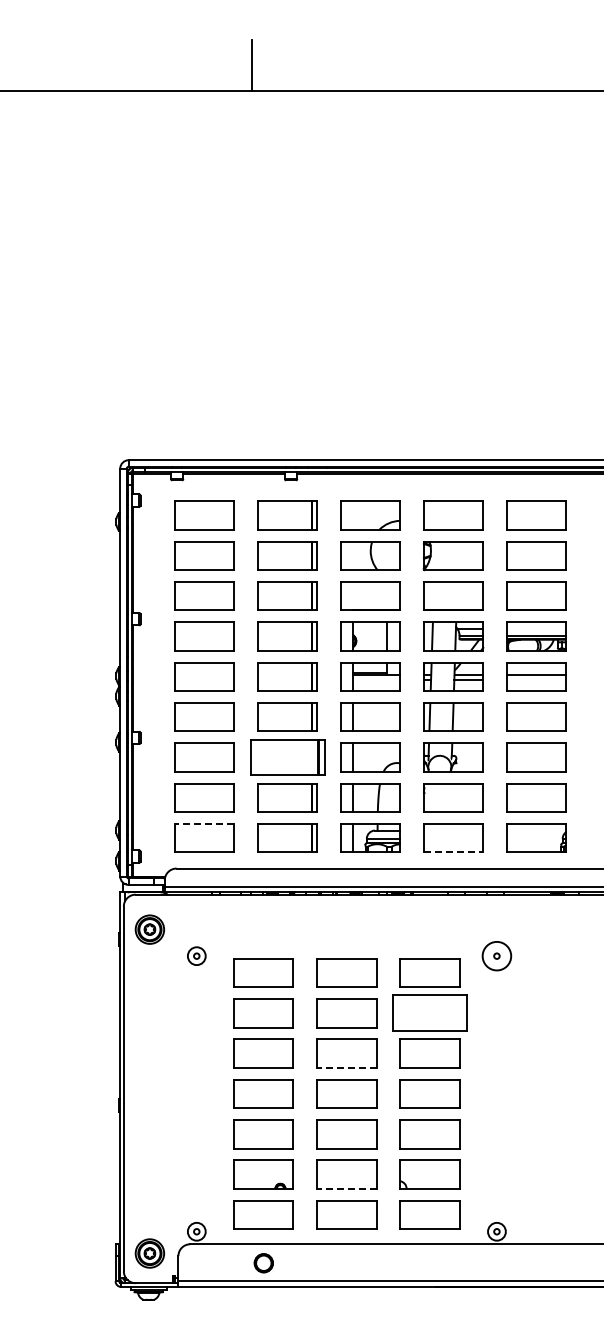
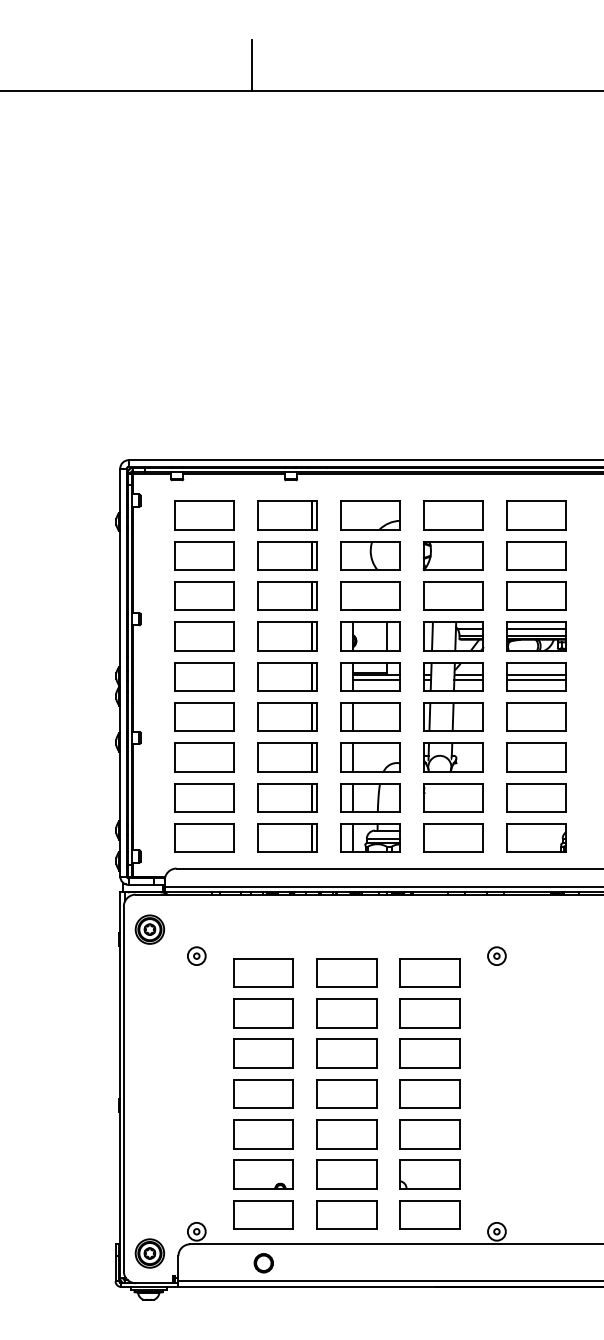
line at (536, 629): none -> present
line at (376, 679): none -> present
line at (536, 679): none -> present
part at (287, 757) size: 76x37 px -> 61x31 px
line at (204, 824): dashed -> solid
line at (453, 852): dashed -> solid
circle at (496, 955) diameter: 29 px -> 18 px
part at (429, 1012) size: 76x38 px -> 62x31 px
line at (346, 1067): dashed -> solid
line at (346, 1188): dashed -> solid
